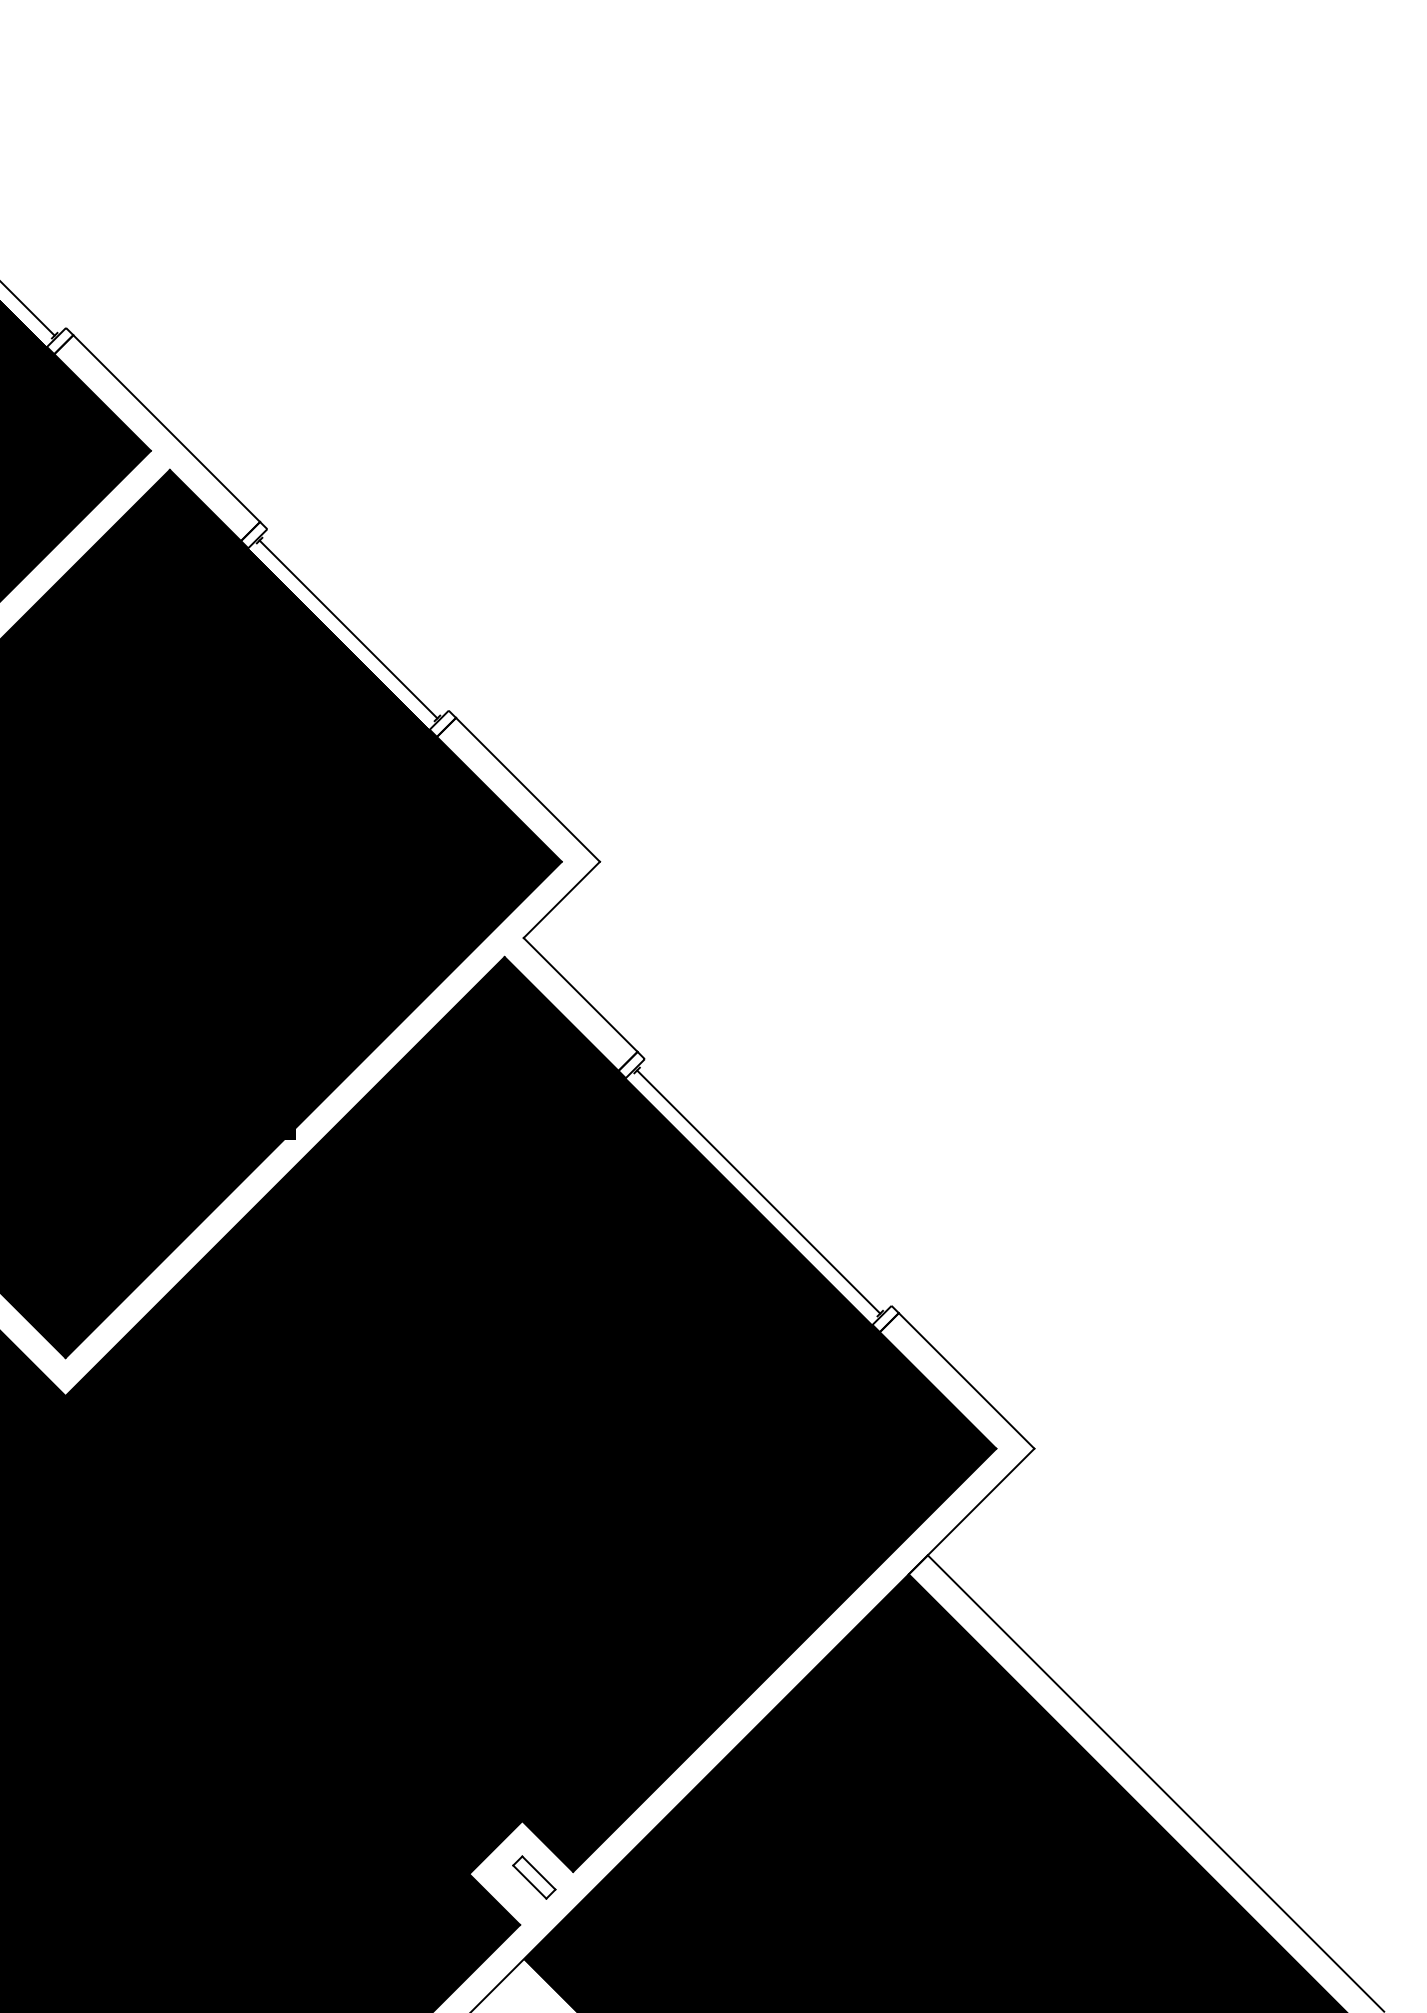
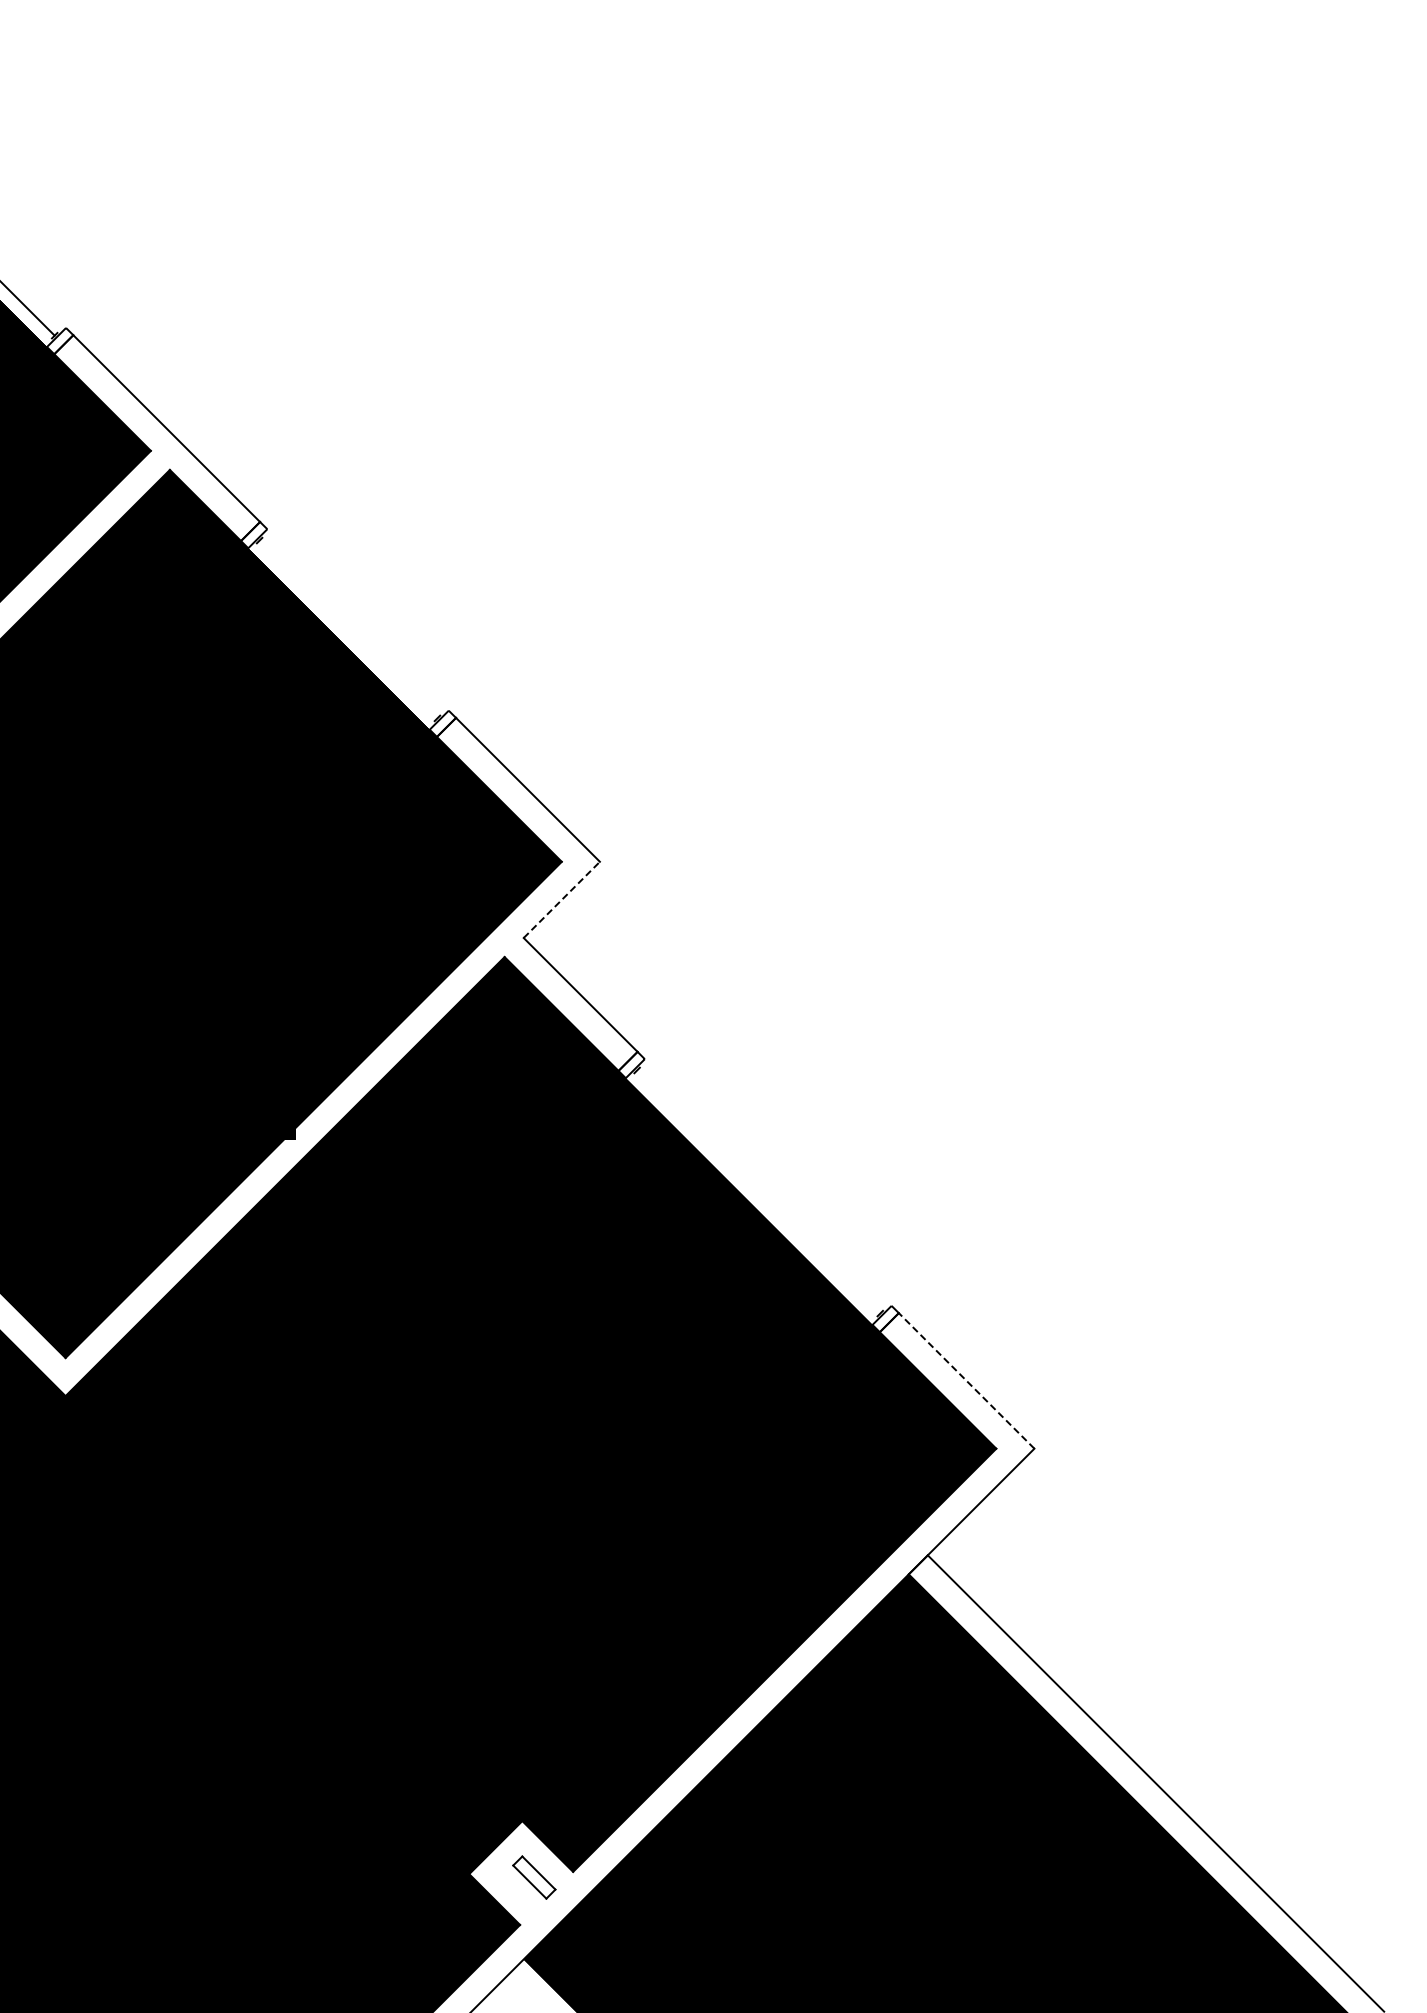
line at (348, 629): present -> none
line at (561, 899): solid -> dashed
line at (758, 1191): present -> none
line at (966, 1380): solid -> dashed
